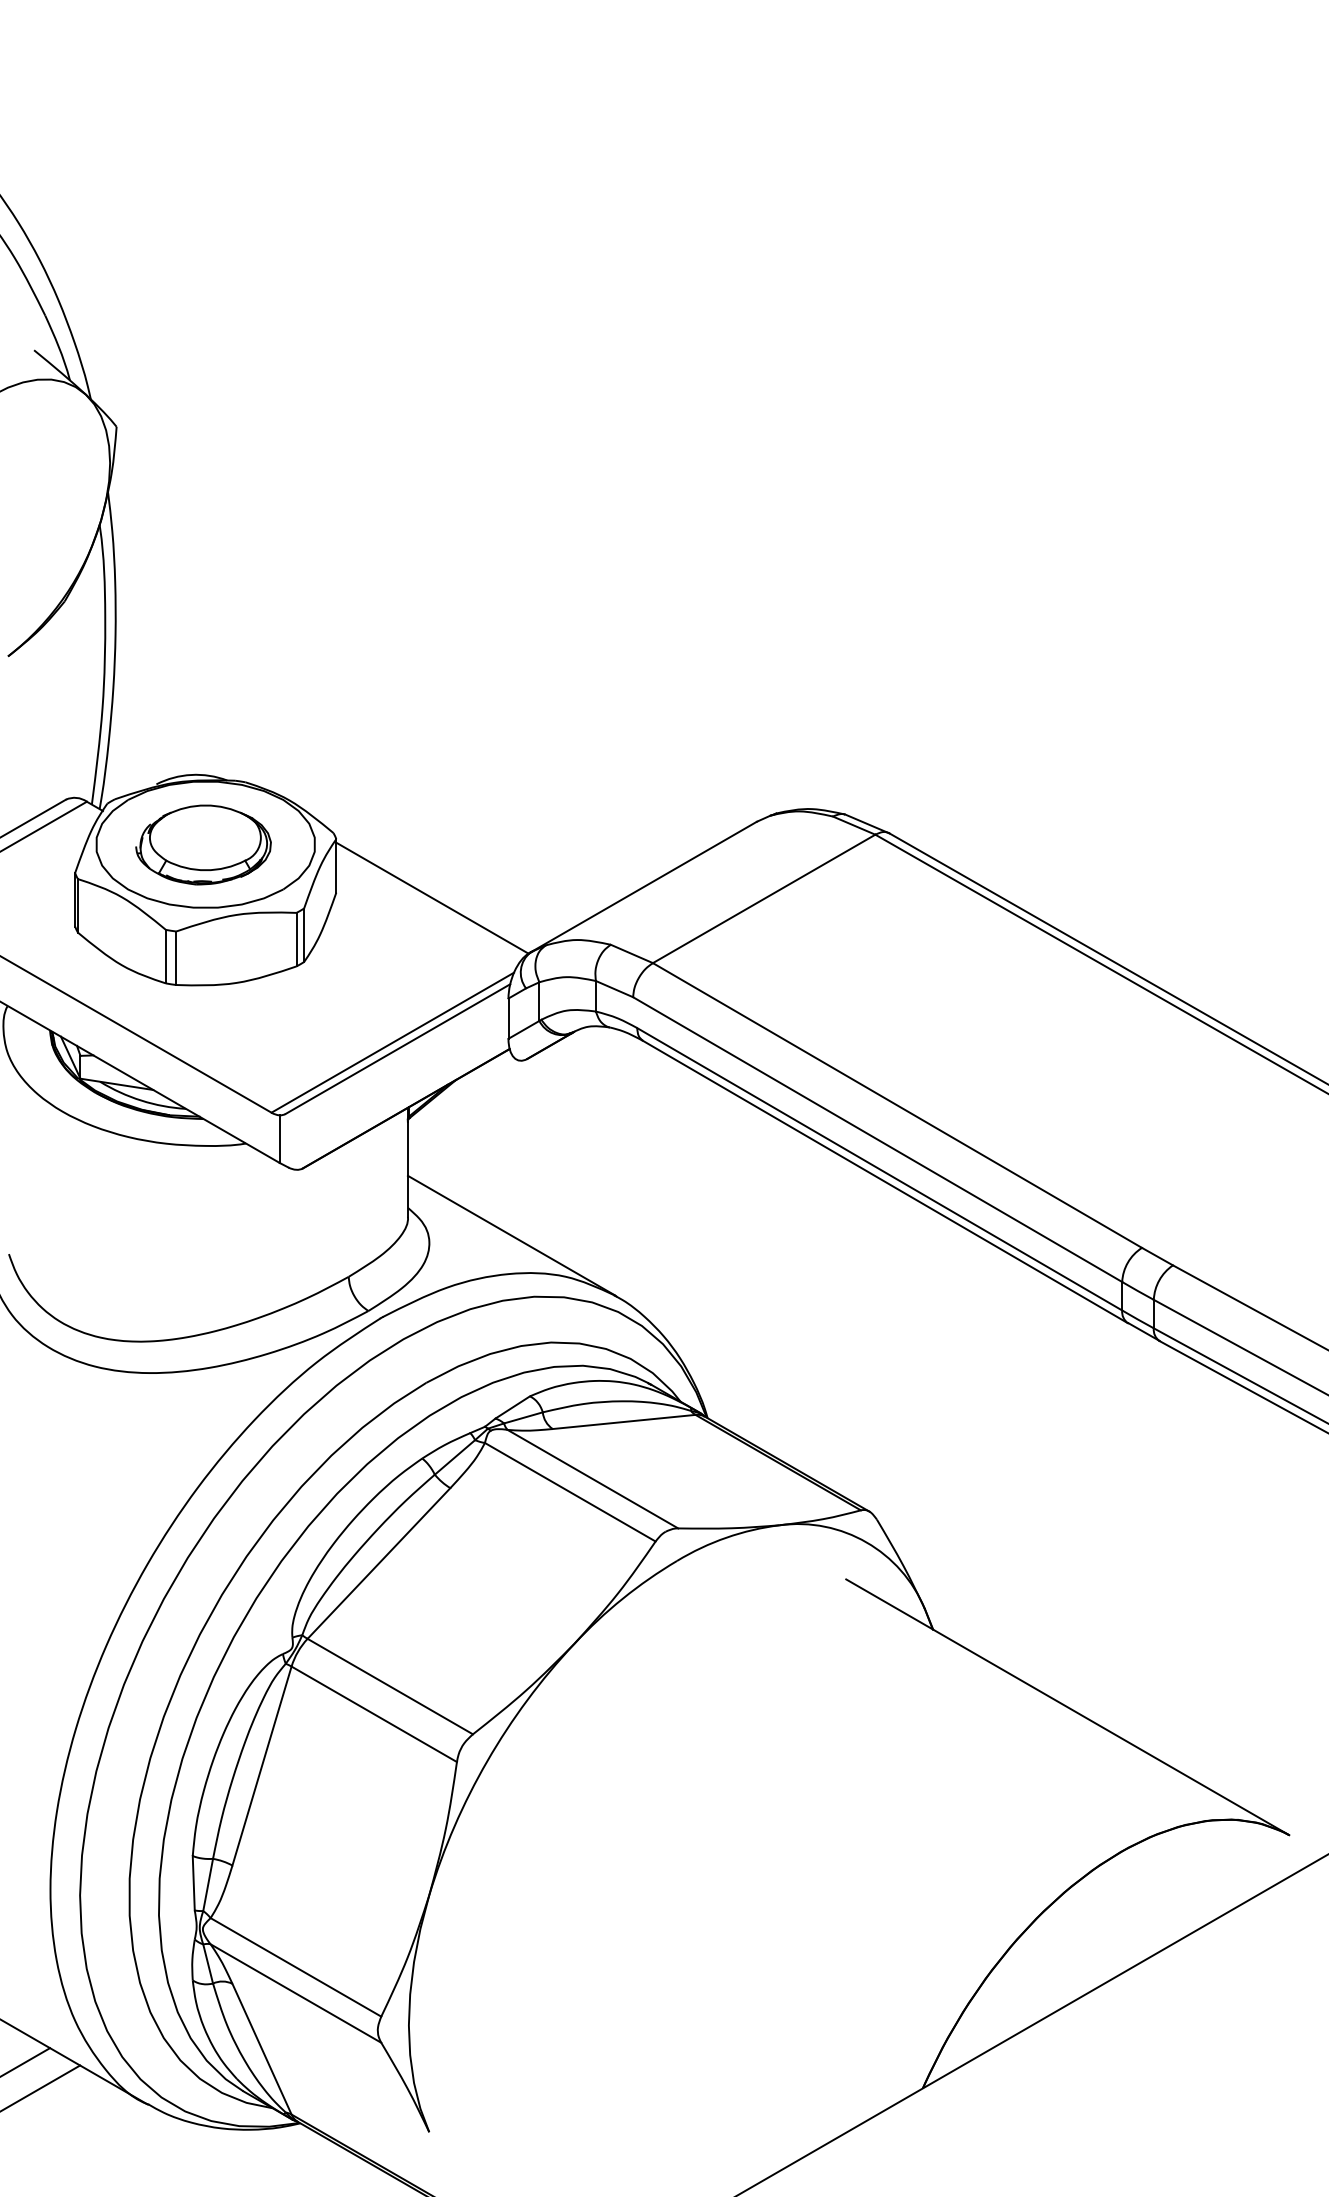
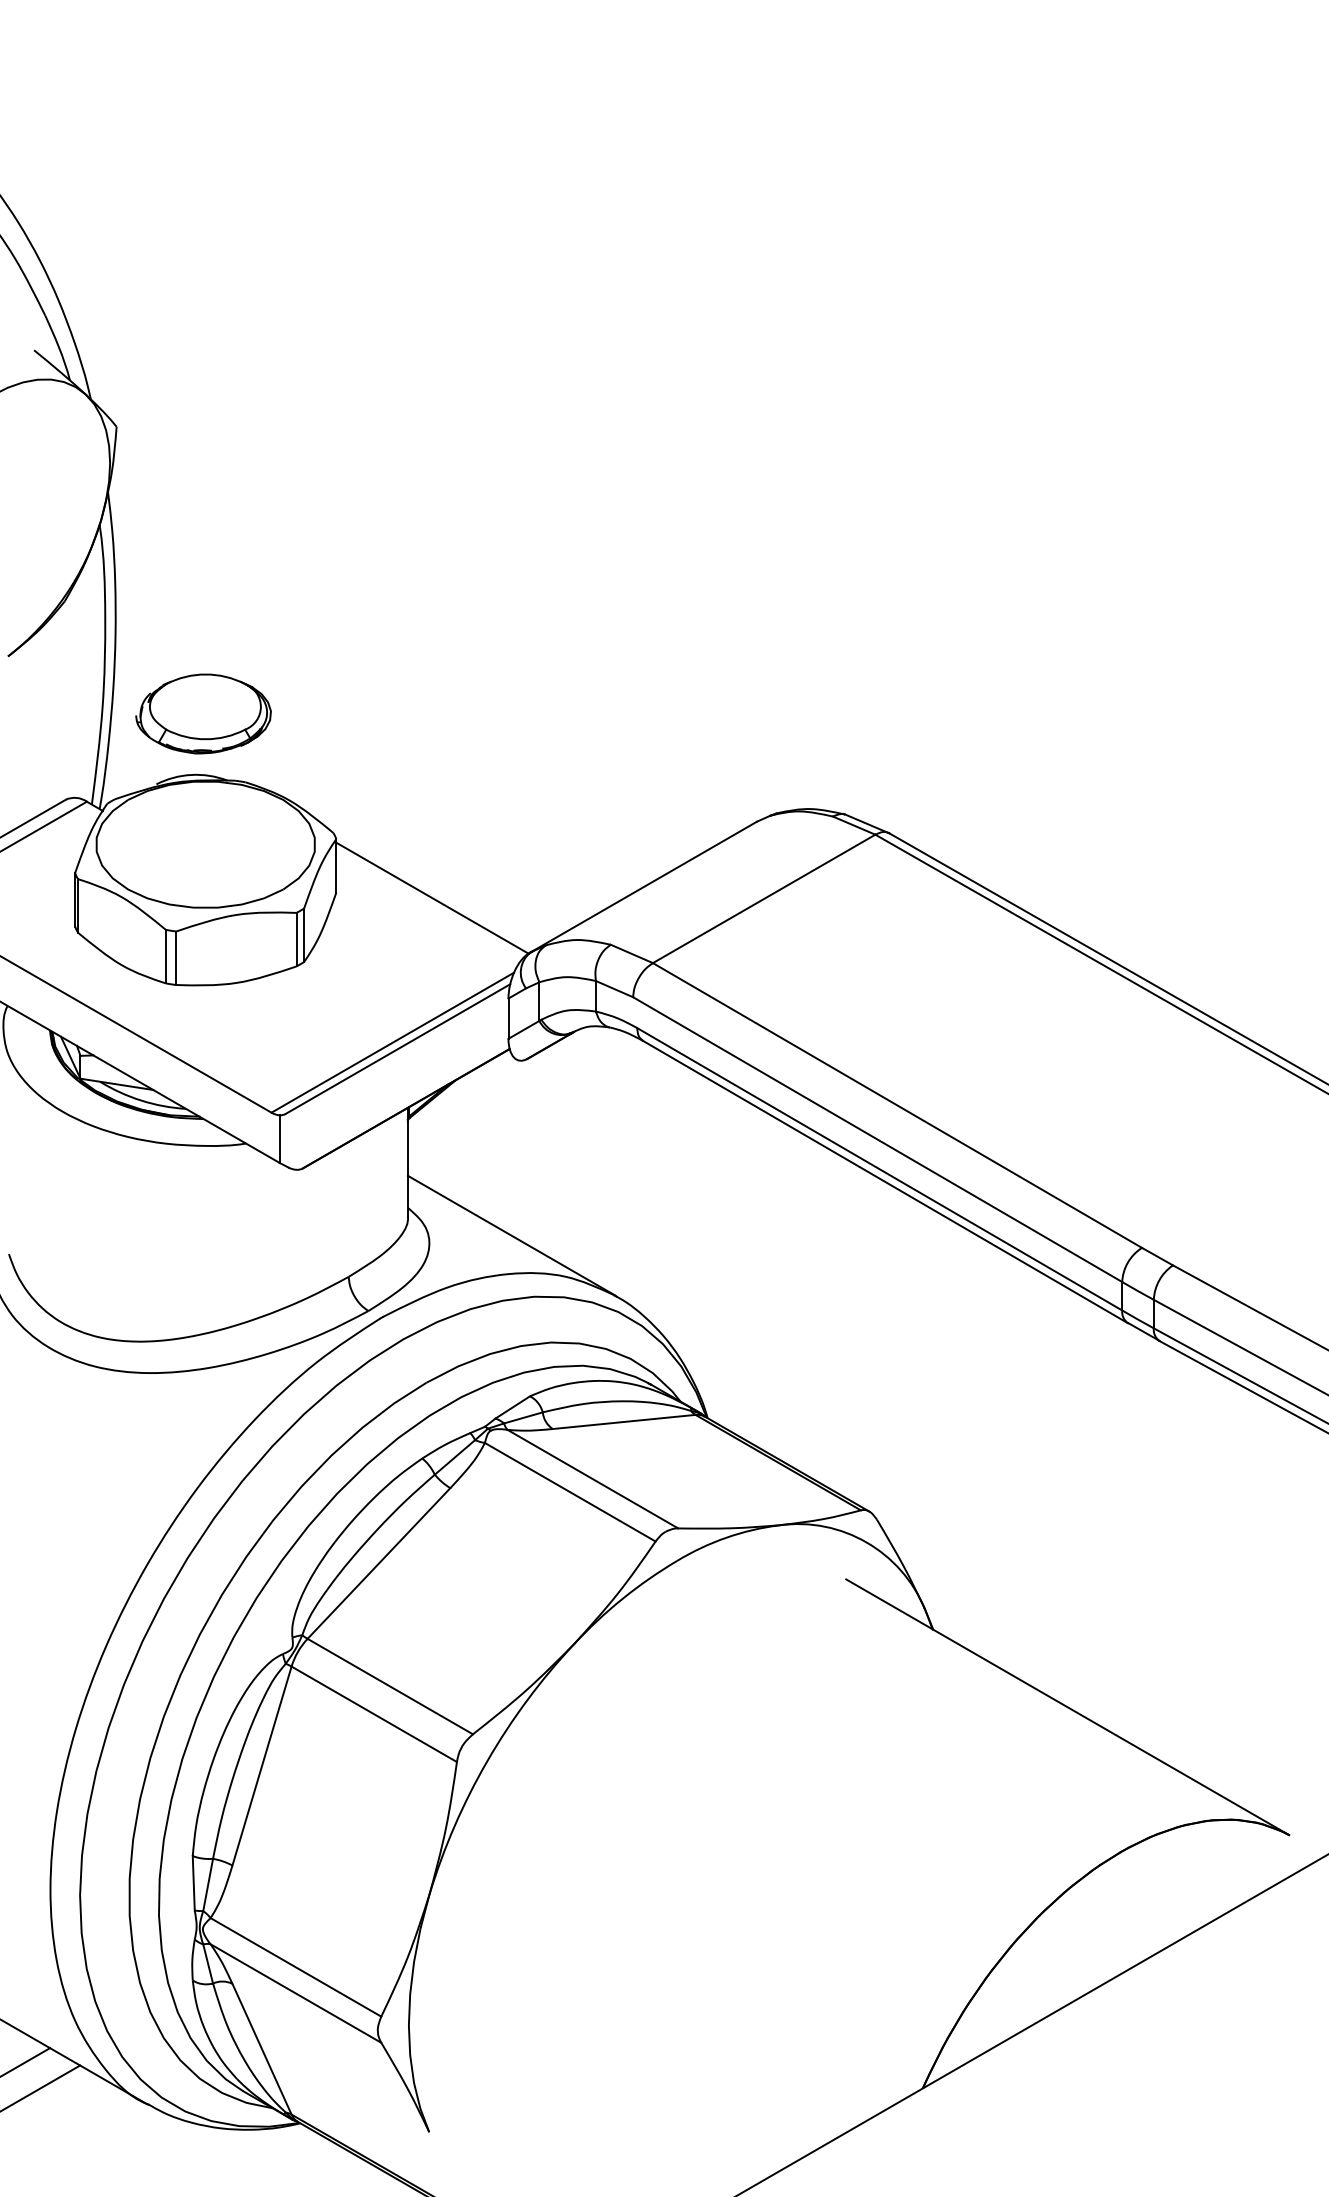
part at (203, 844) position: (203, 844) -> (203, 713)
